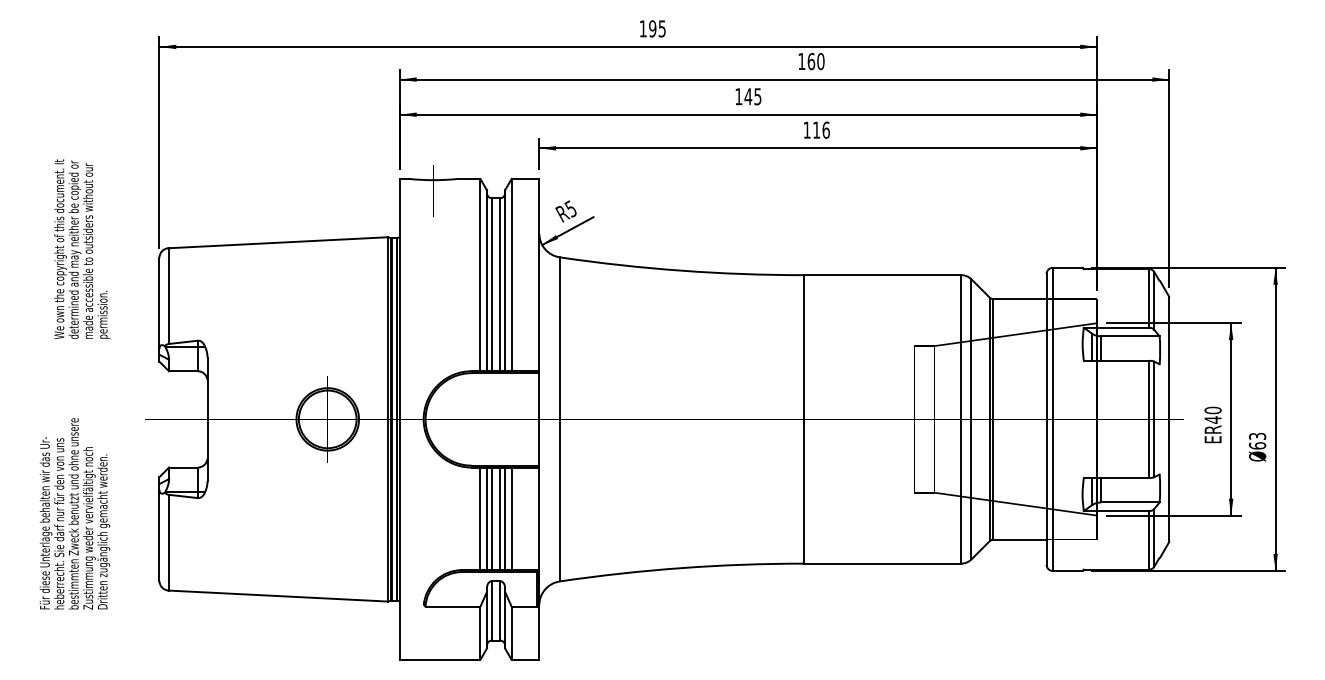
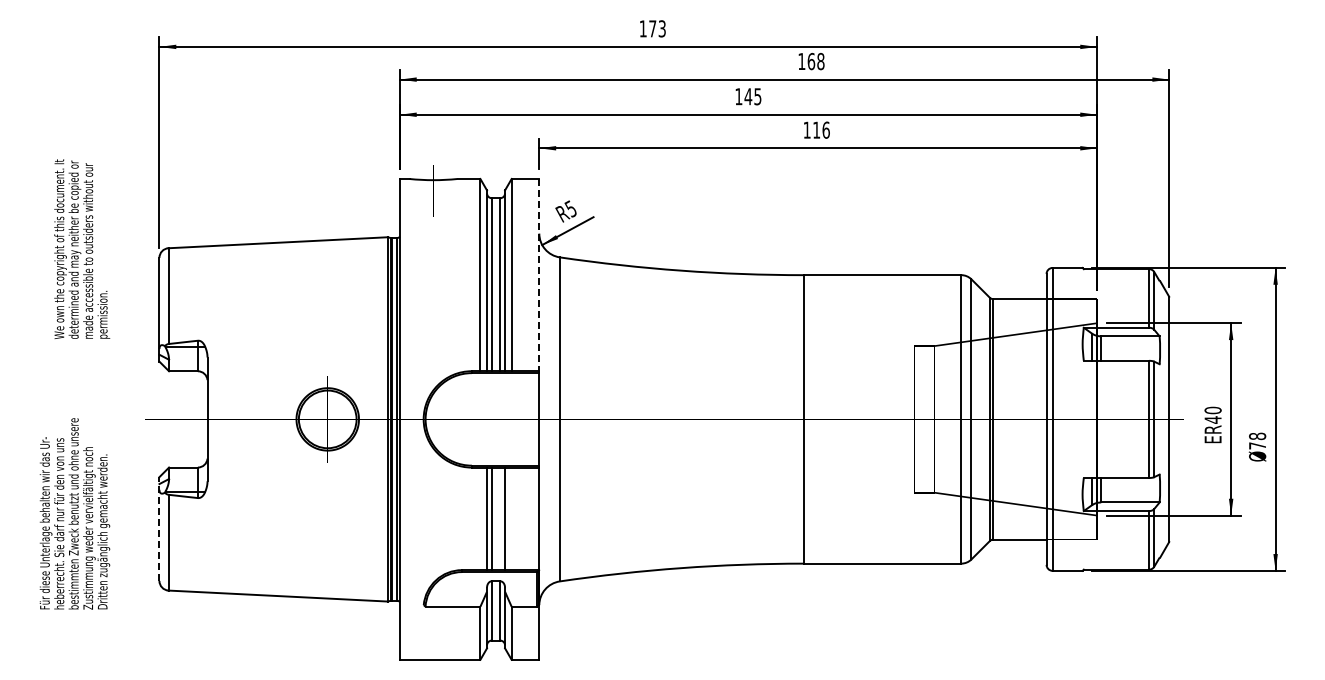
text at (657, 28): 195 -> 173
text at (820, 61): 160 -> 168
line at (539, 275): solid -> dashed
text at (1257, 440): 63 -> 78
line at (480, 518): present -> none
line at (500, 518): present -> none
line at (511, 518): present -> none
line at (159, 529): solid -> dashed
